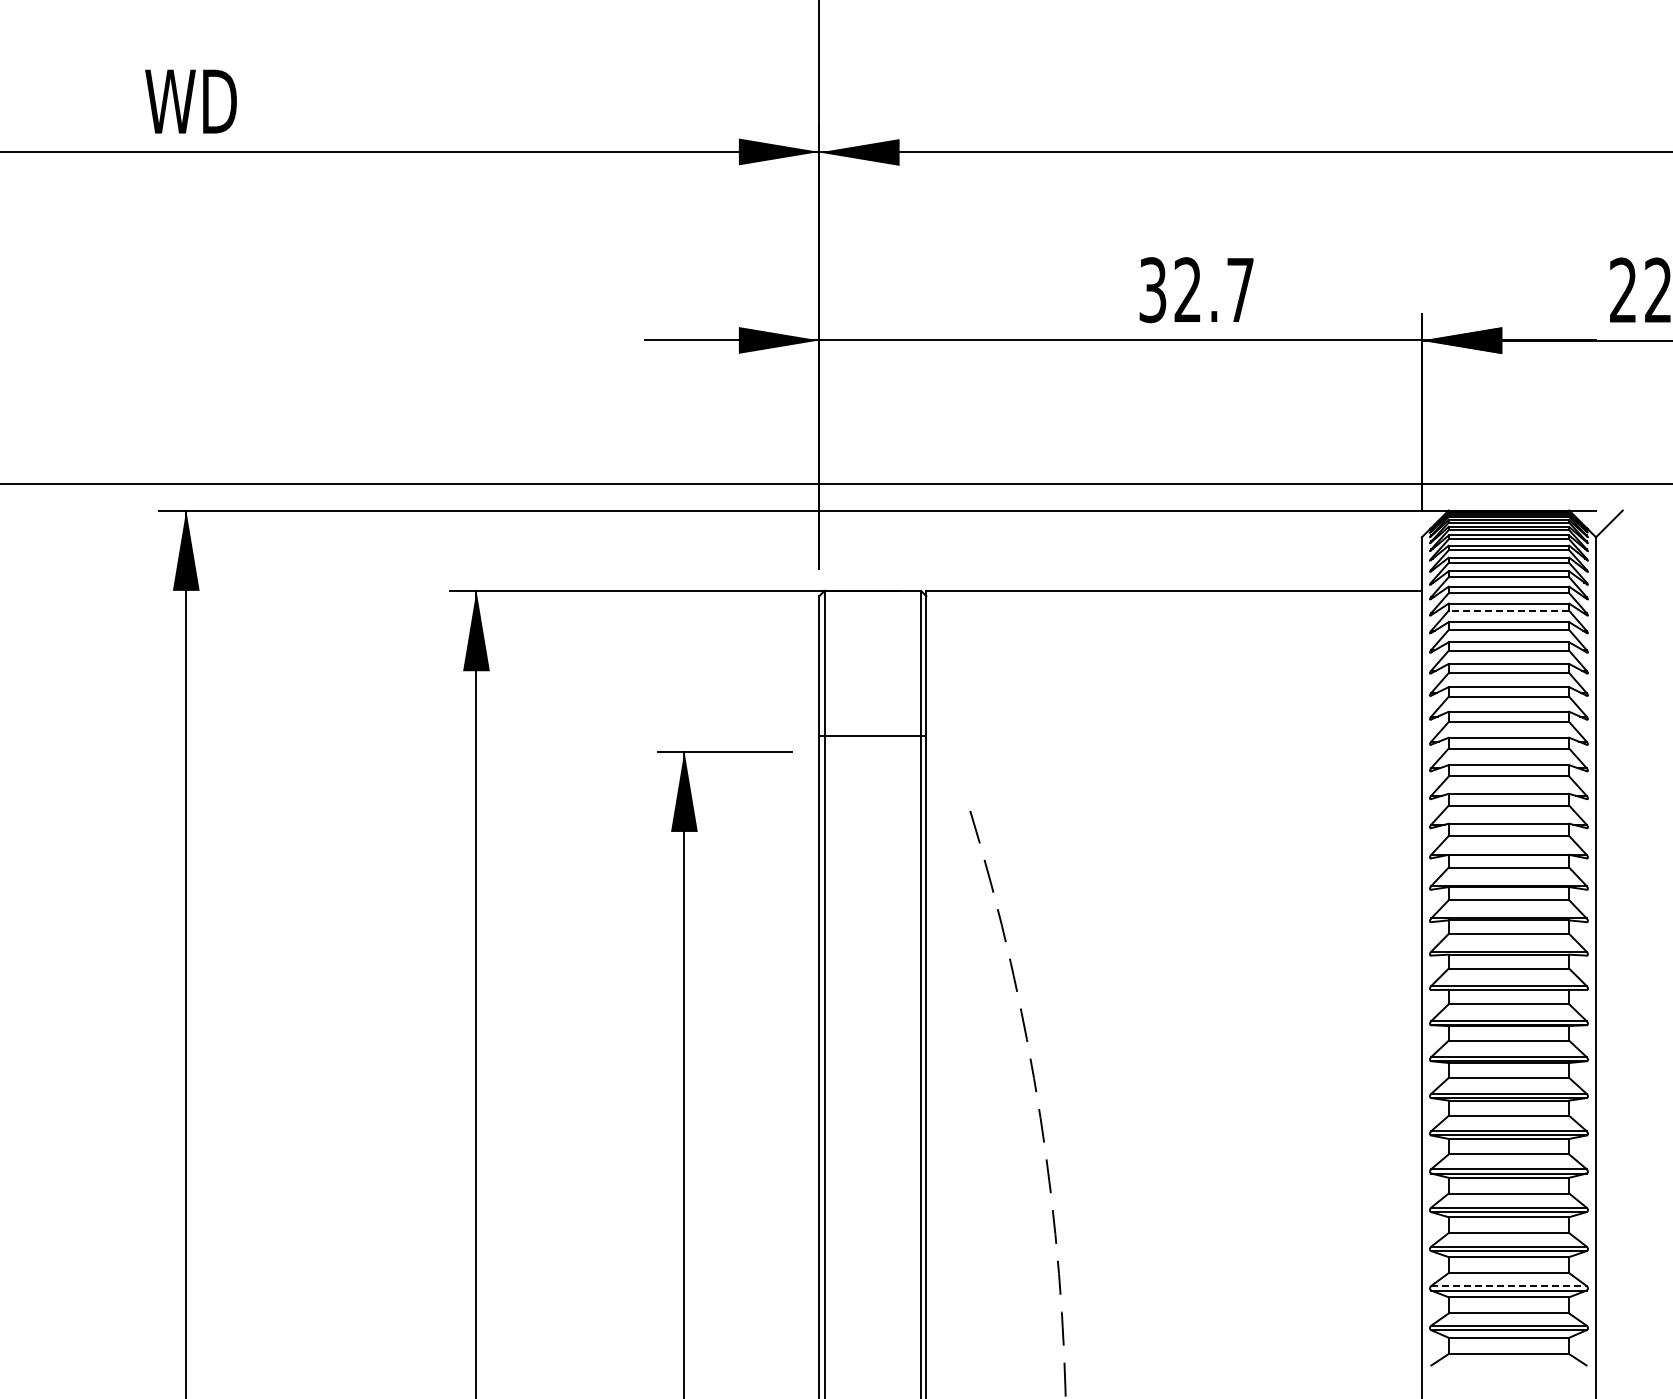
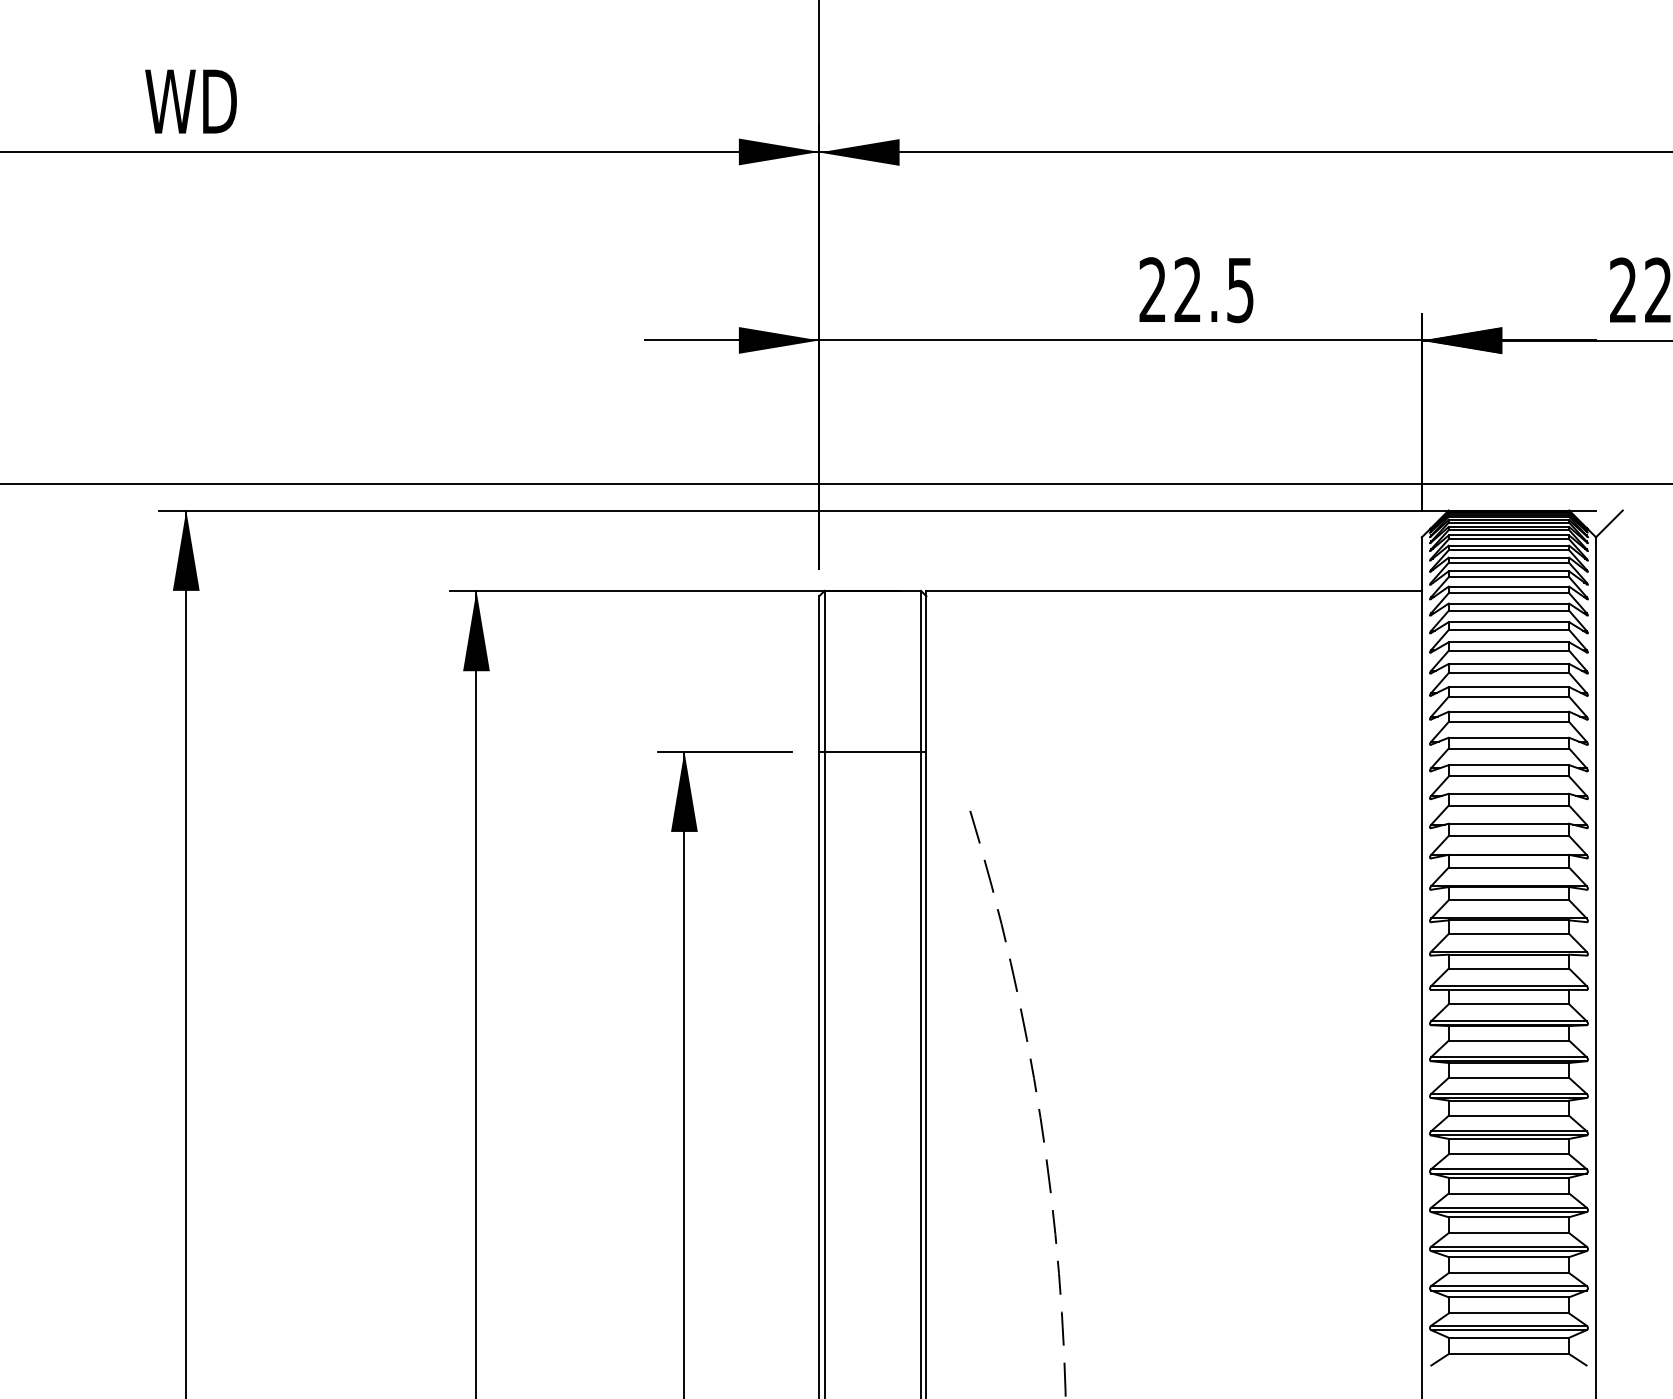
text at (1196, 290): 32.7 -> 22.5
line at (1508, 610): dashed -> solid
line at (872, 735) position: (872, 735) -> (872, 751)
line at (1508, 1285): dashed -> solid
